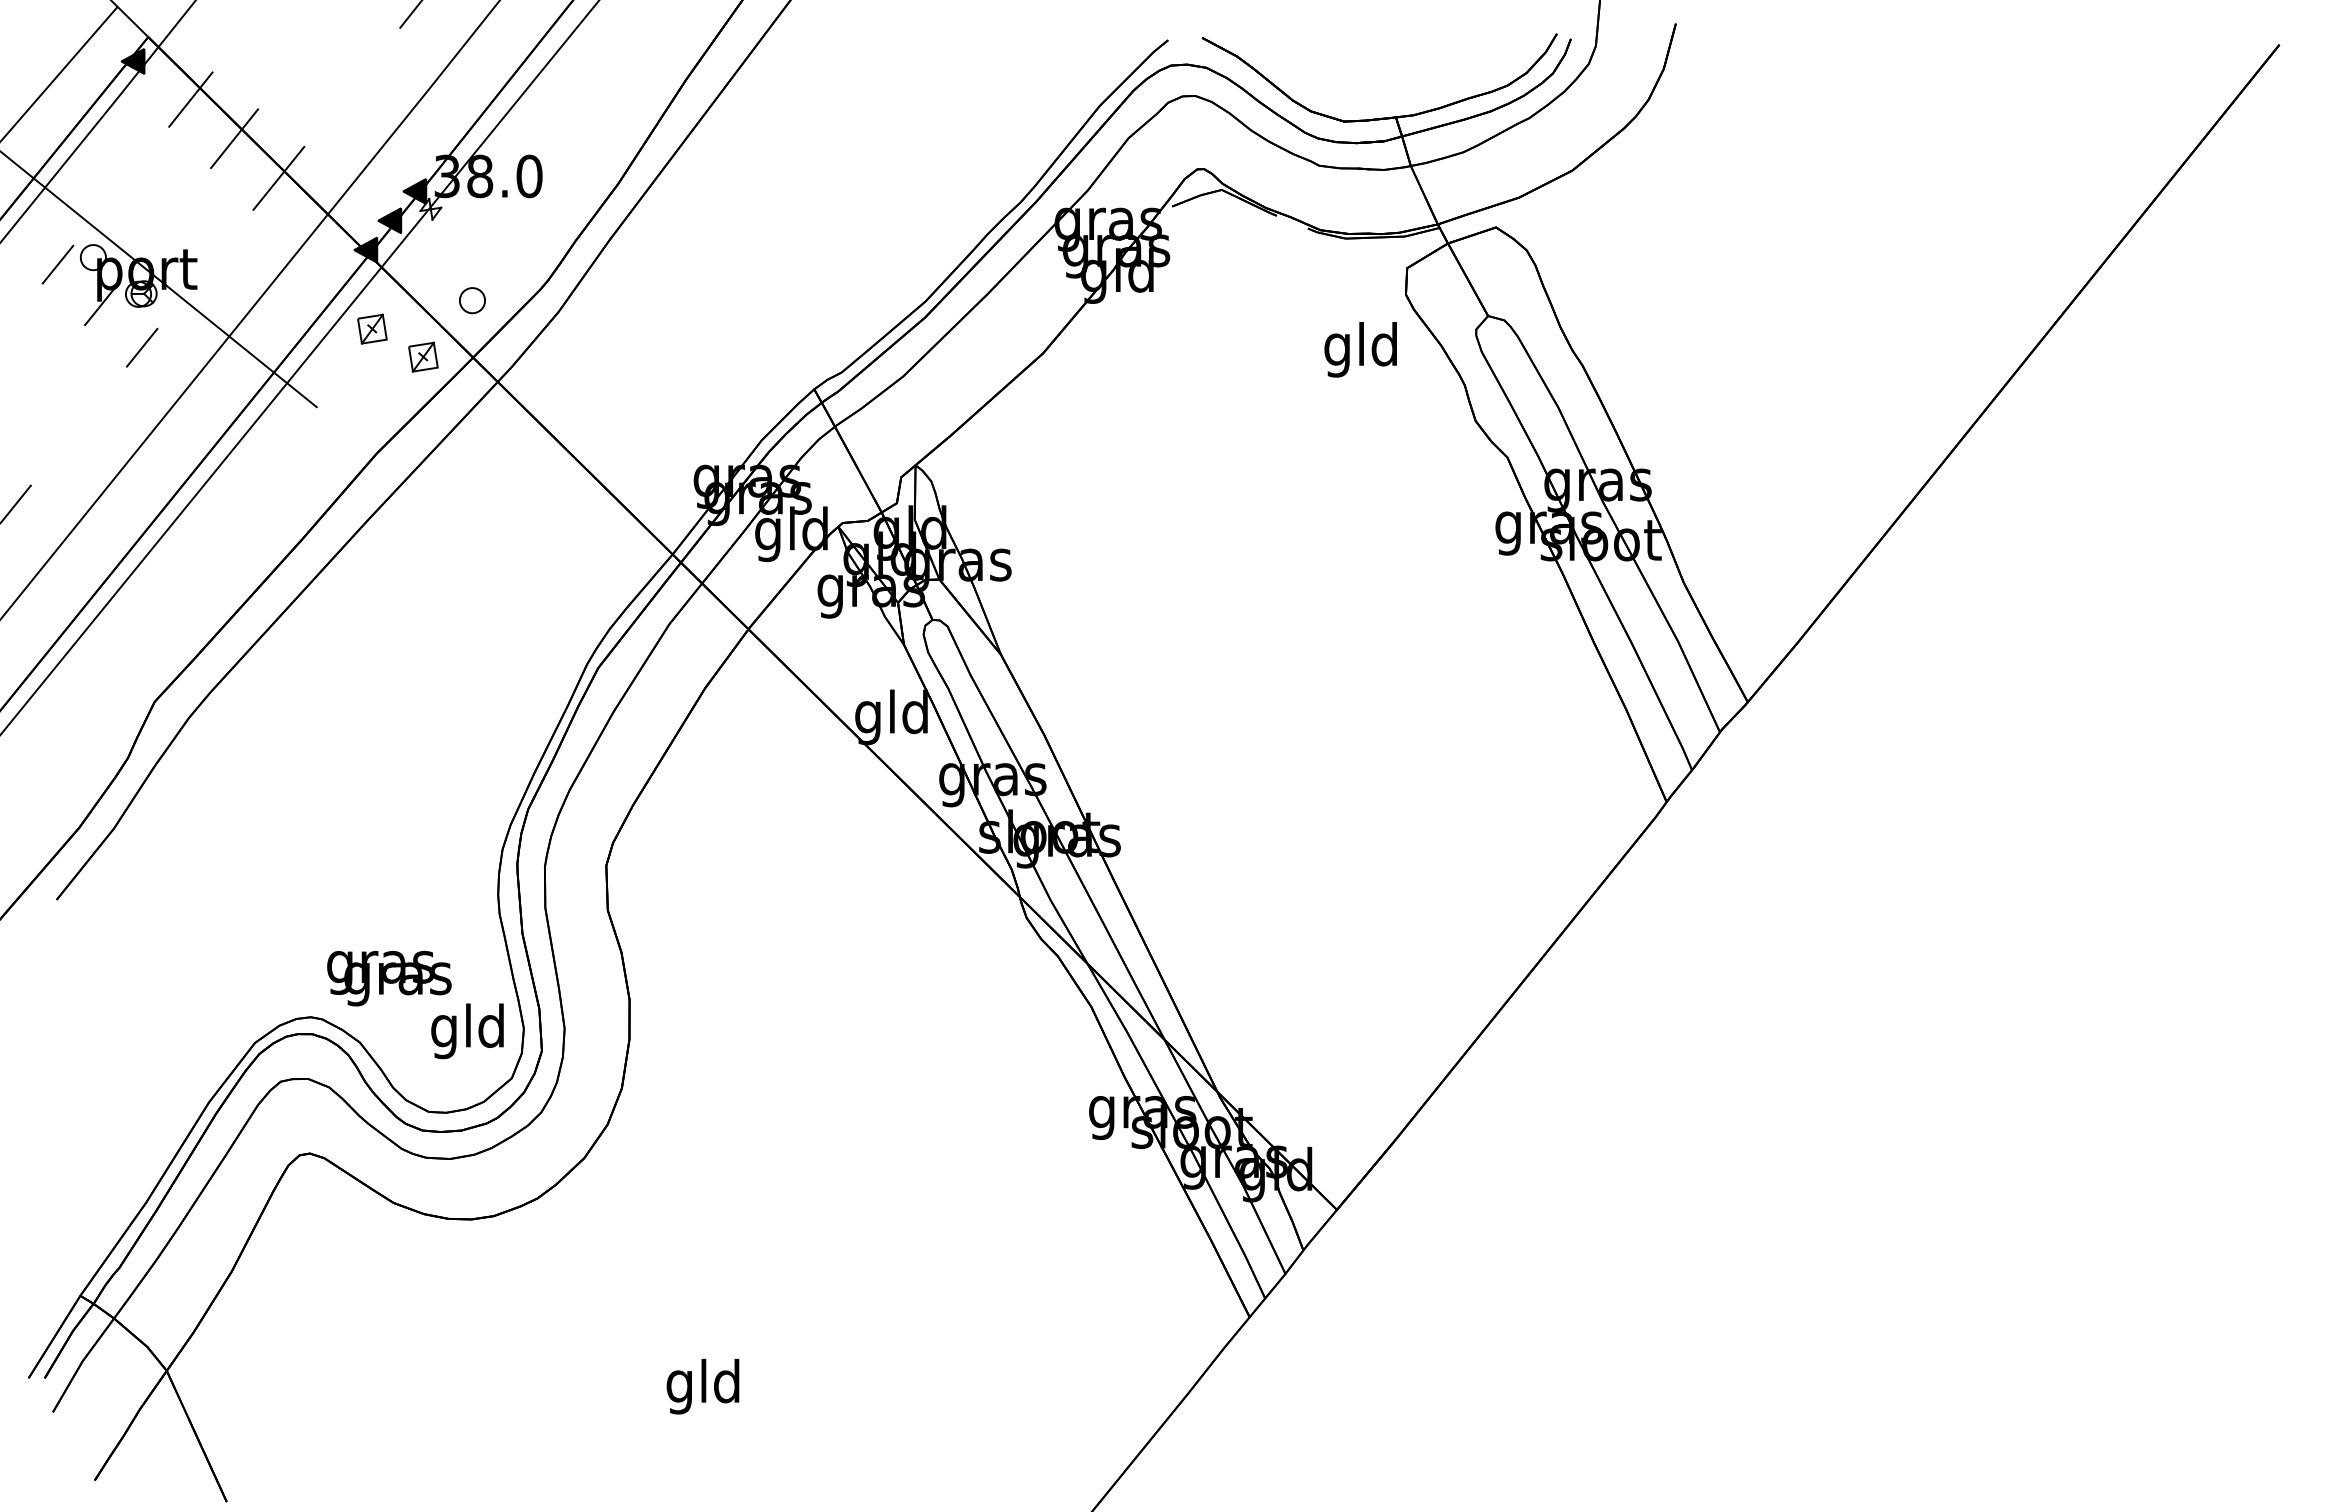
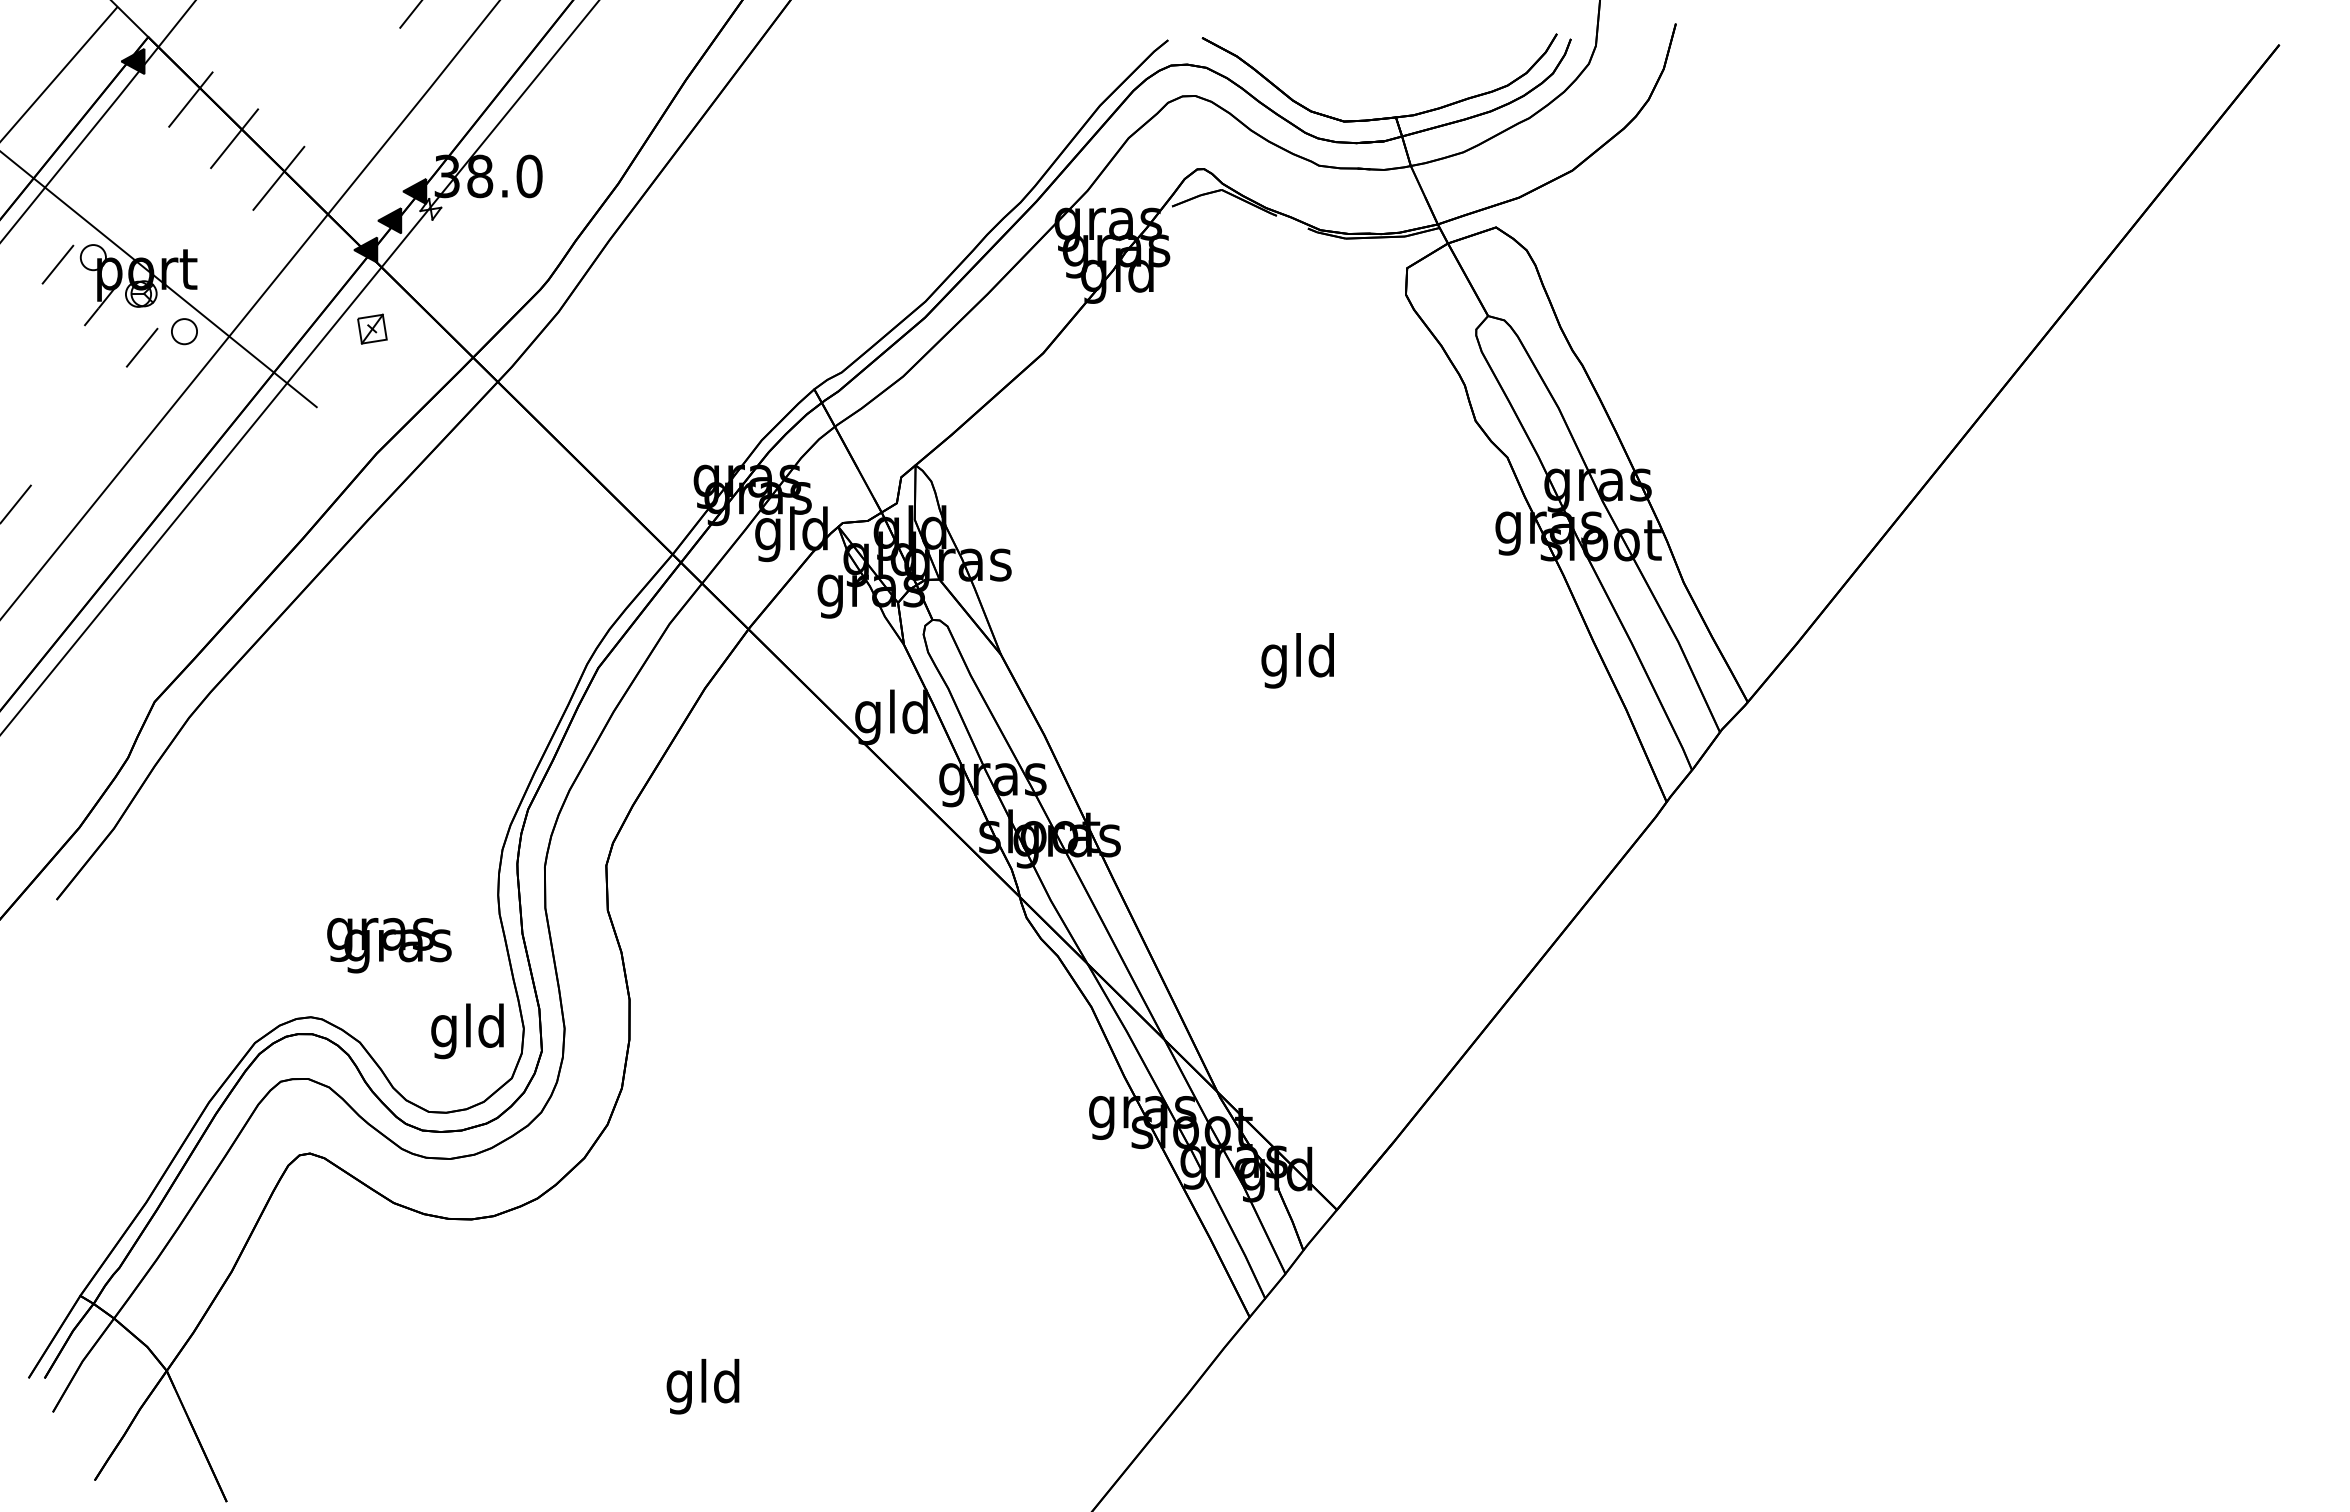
part at (472, 300) position: (472, 300) -> (184, 331)
text at (1360, 349) position: (1360, 349) -> (1297, 660)
part at (423, 356): present -> none
text at (389, 978) position: (389, 978) -> (389, 945)
